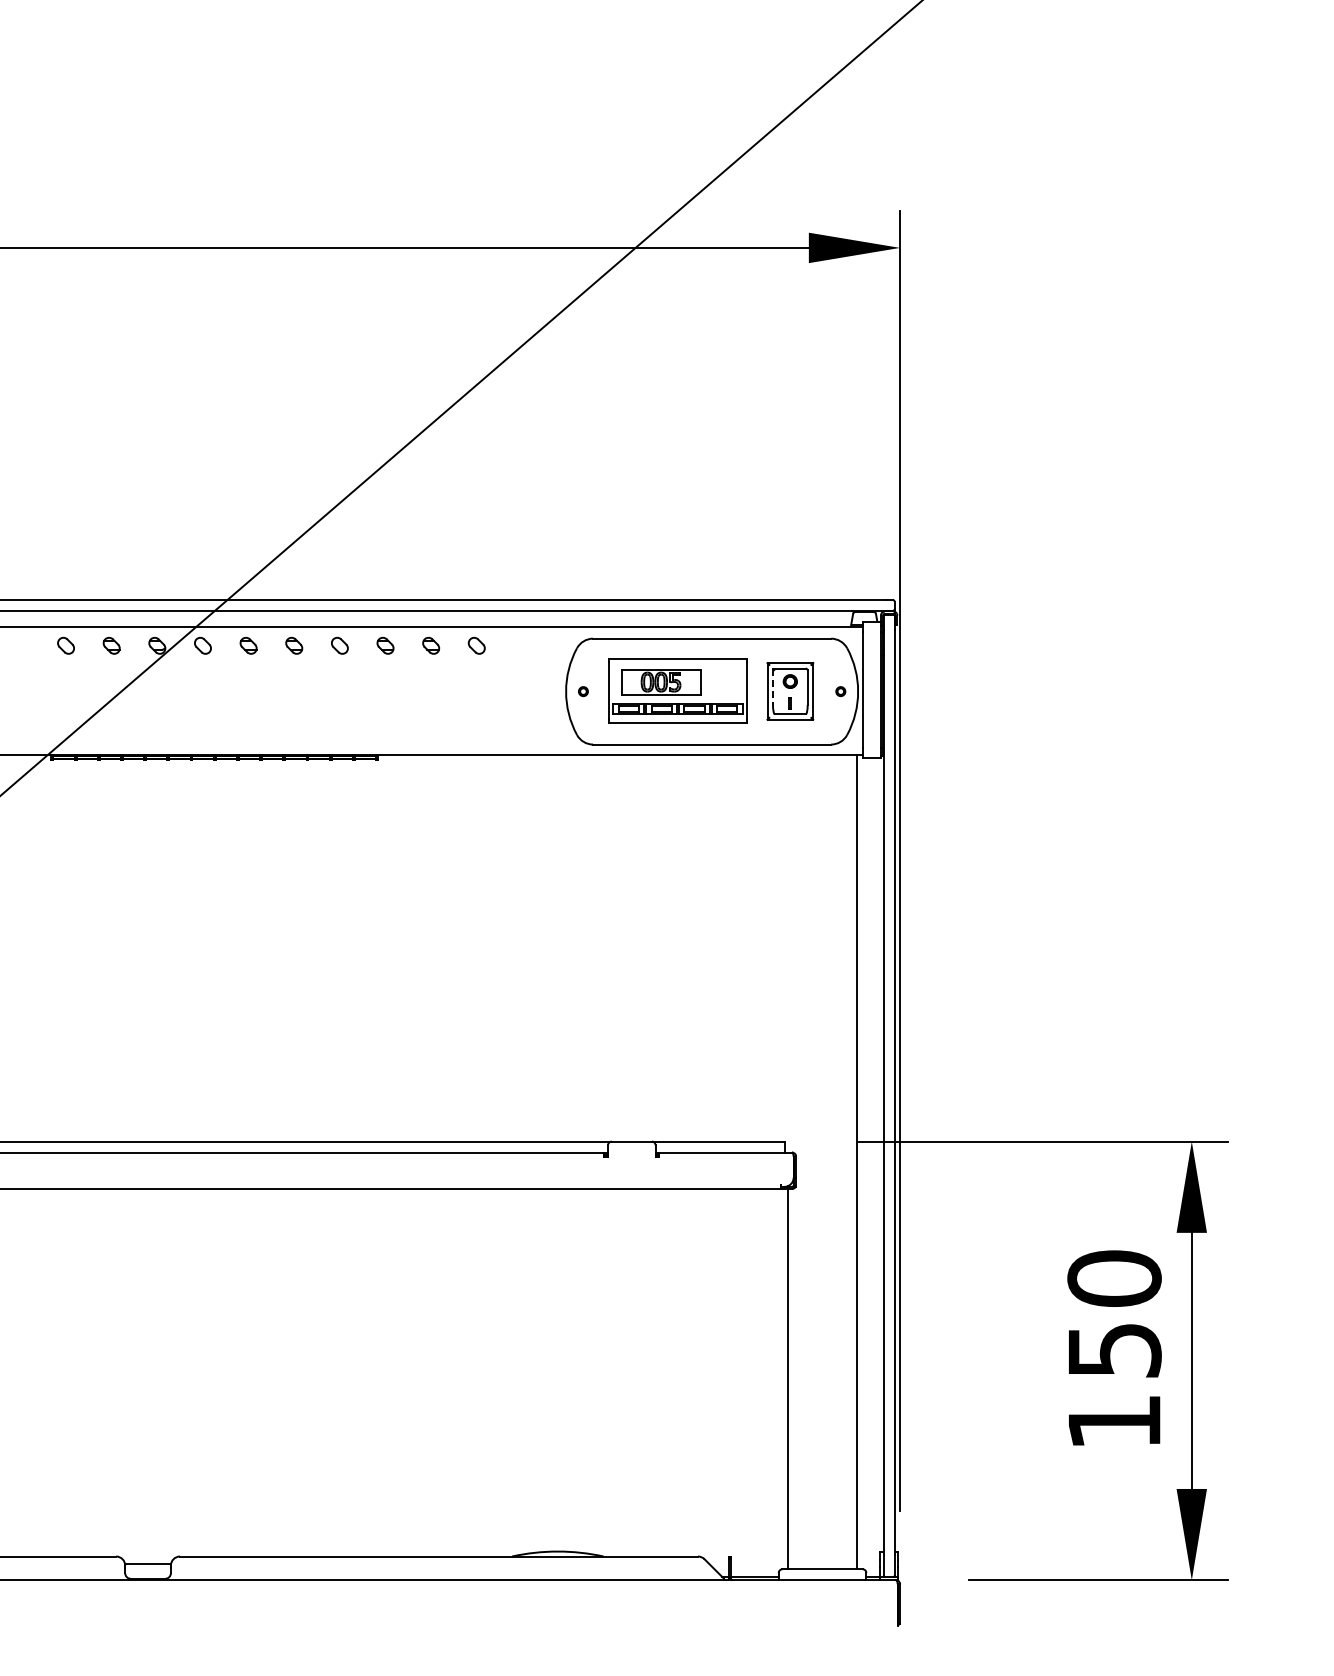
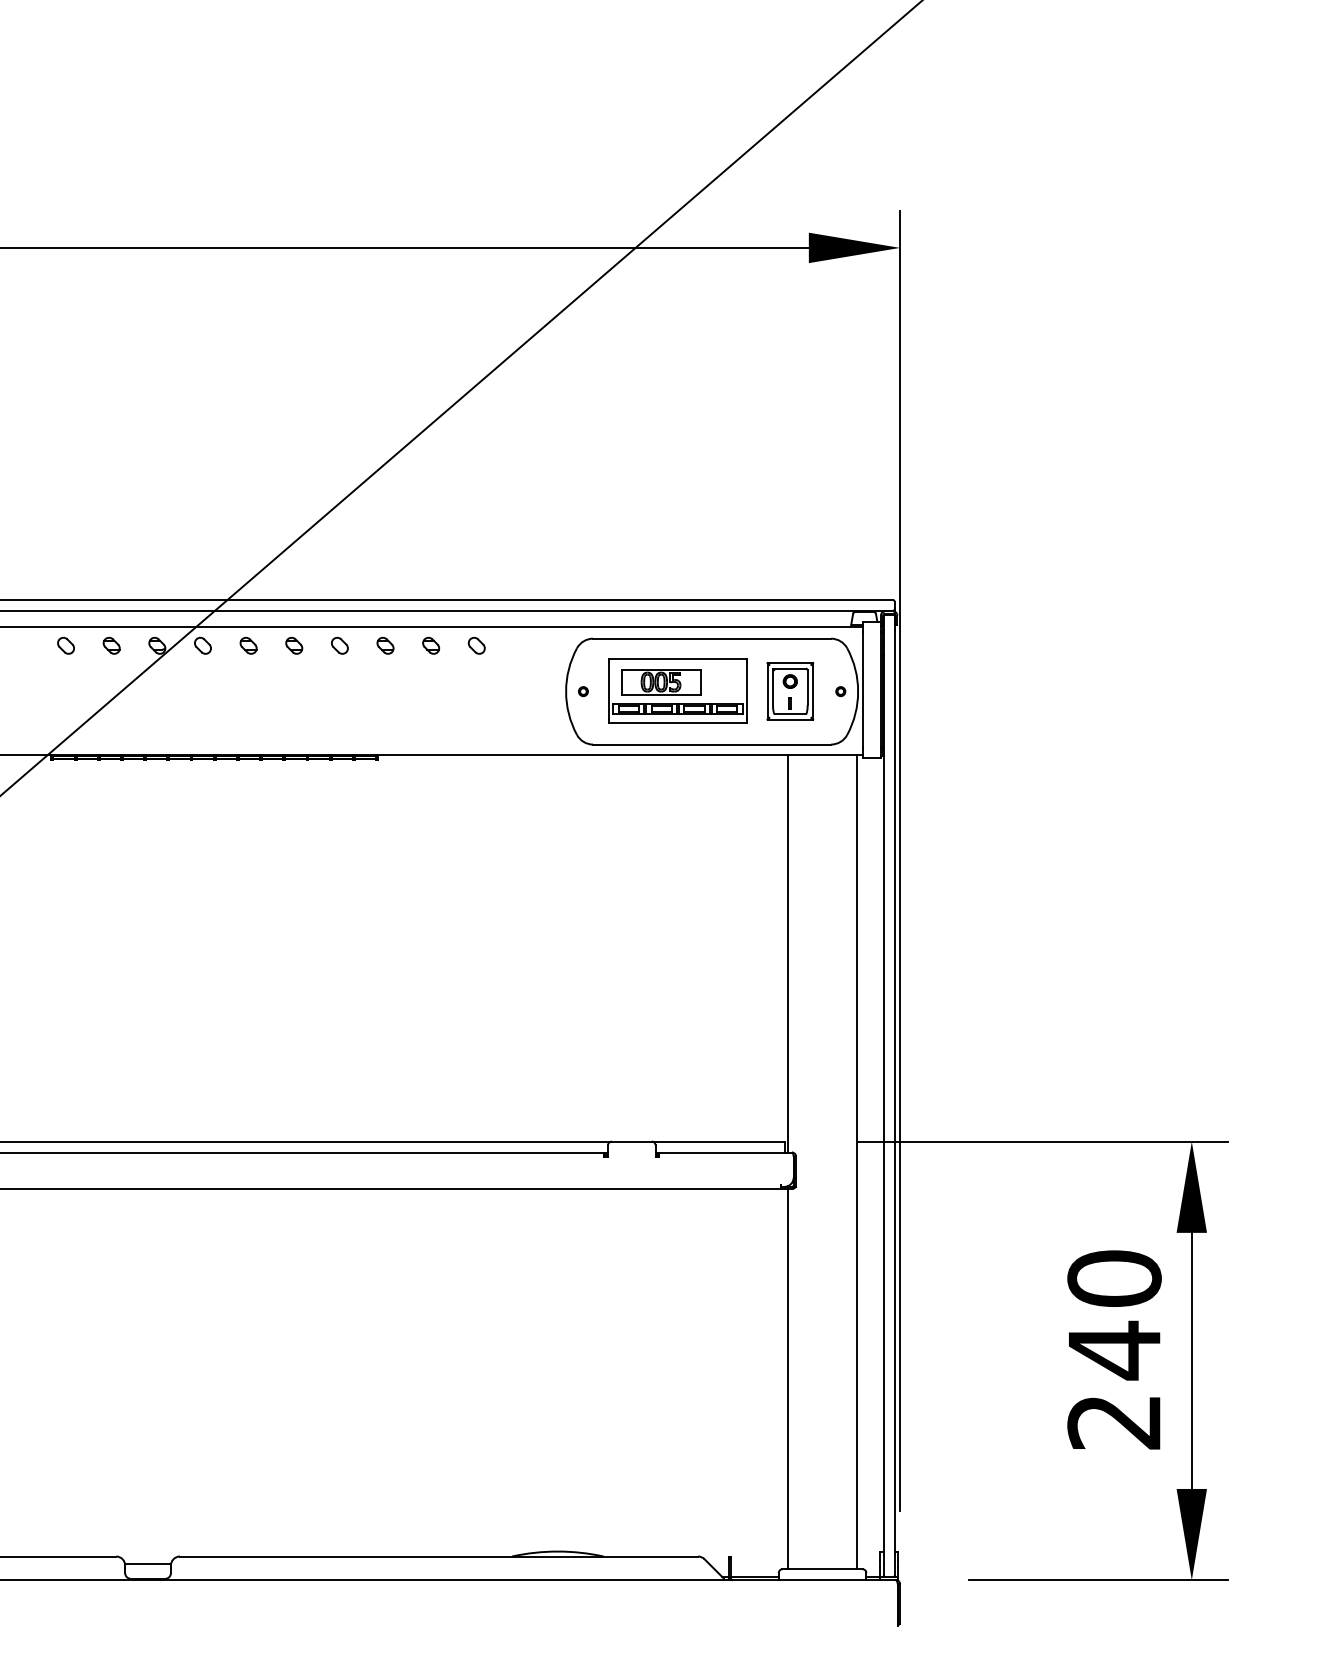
line at (773, 687): dashed -> solid
line at (787, 953): none -> present
text at (1114, 1384): 150 -> 240
